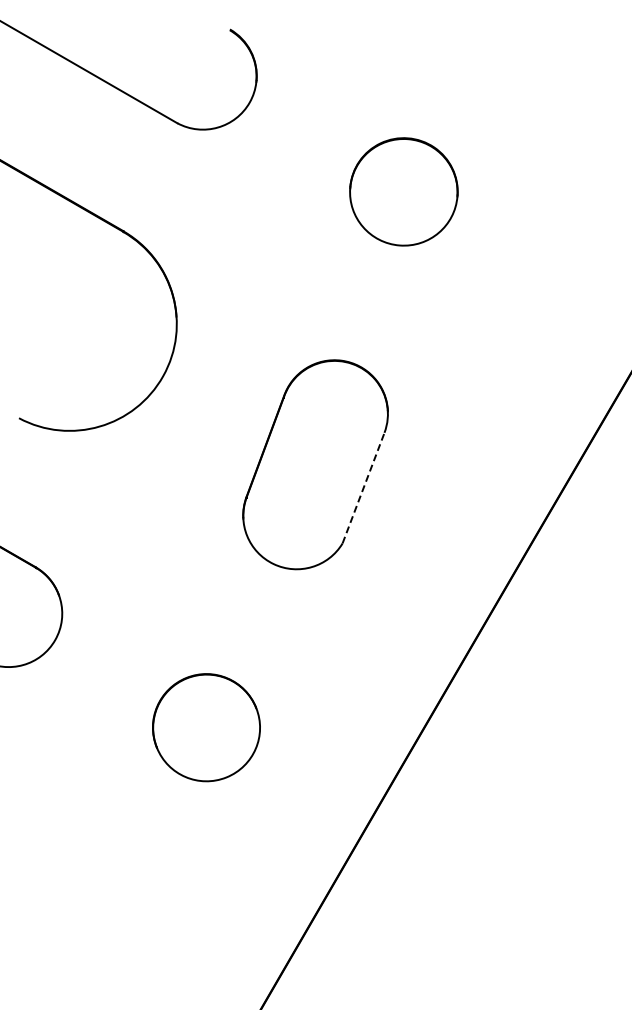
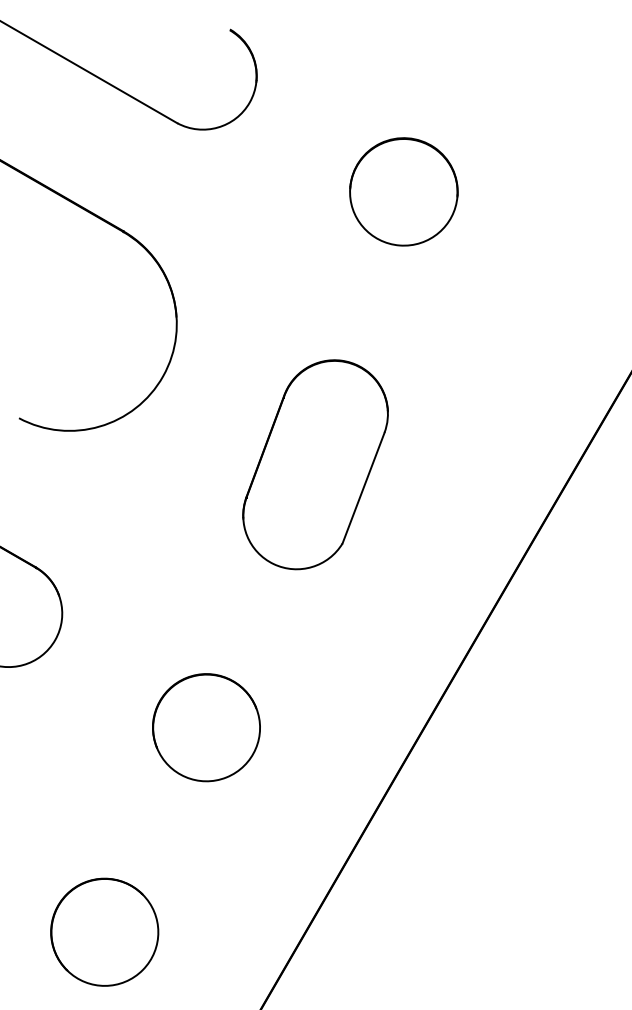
line at (363, 487): dashed -> solid
part at (104, 931): none -> present
